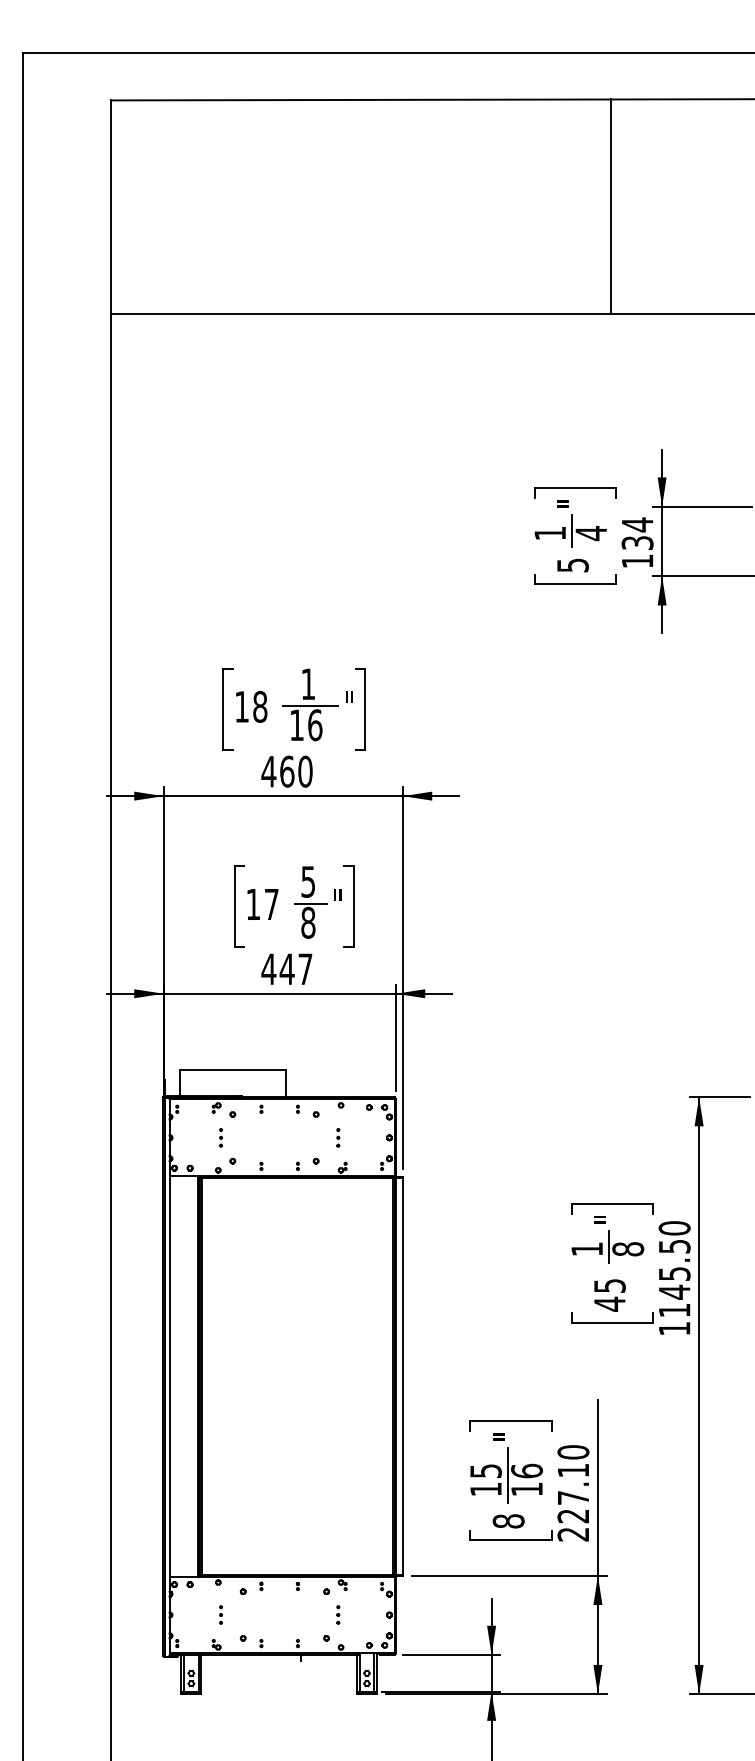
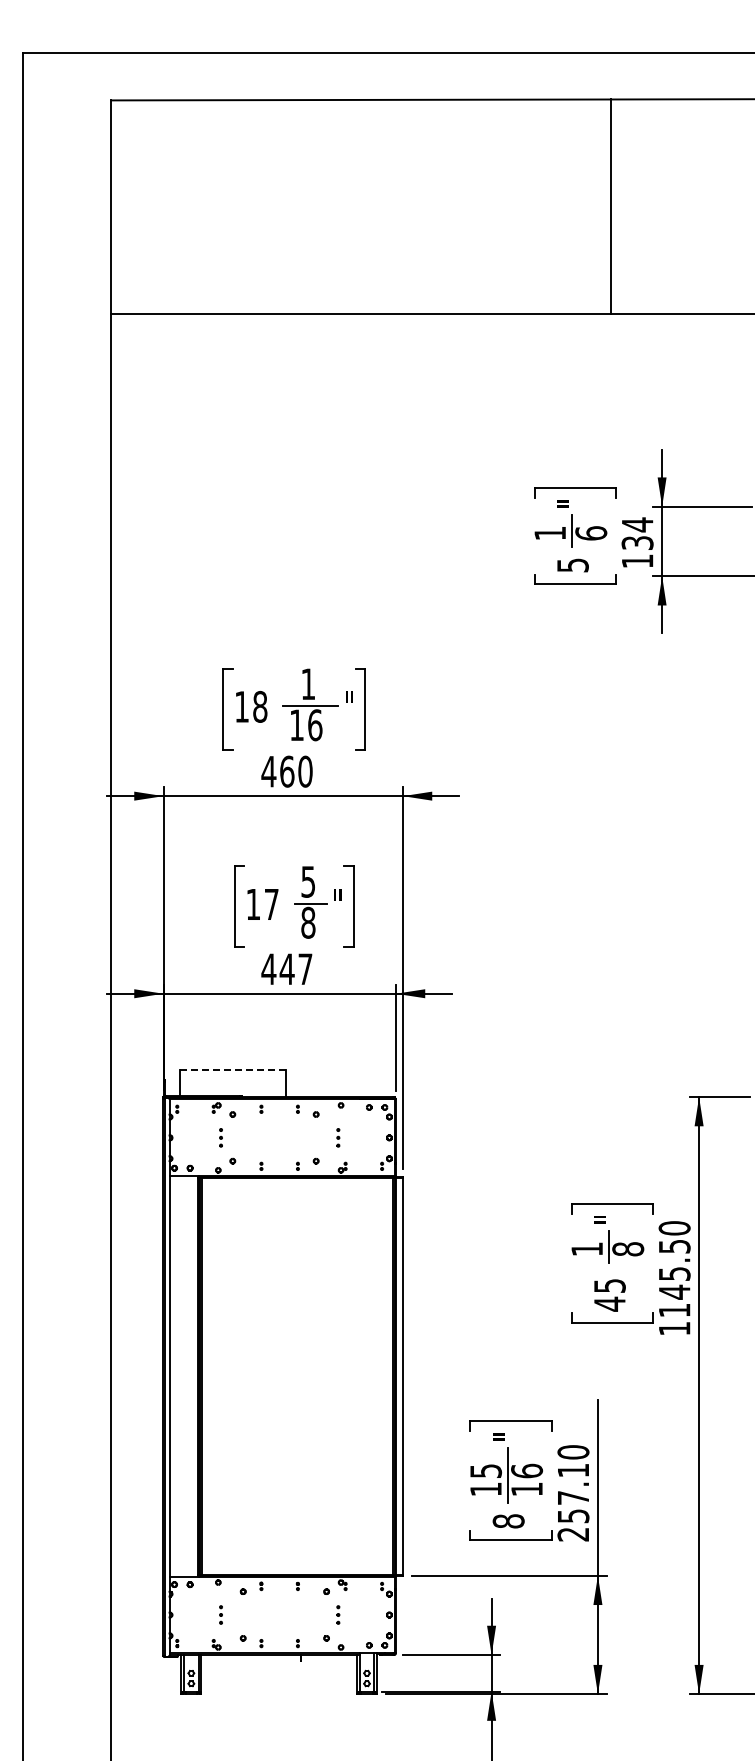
text at (591, 533): 4 -> 6
line at (233, 1069): solid -> dashed
text at (573, 1516): 227.10 -> 257.10
